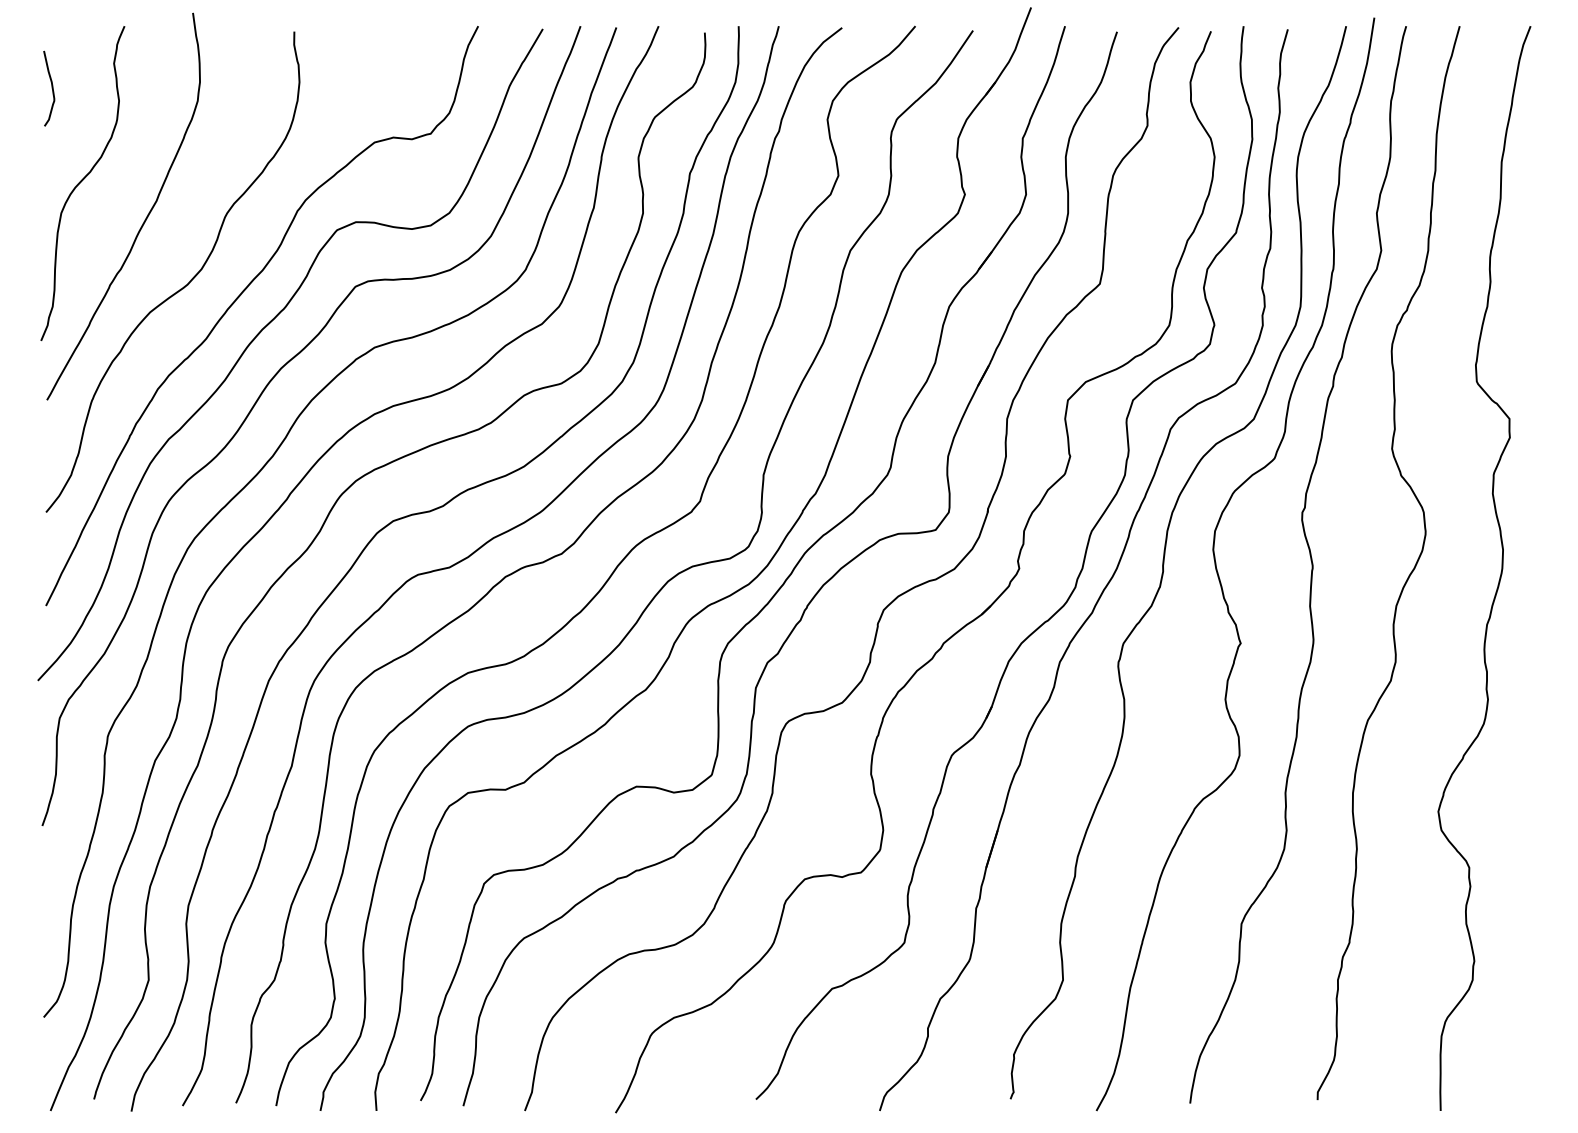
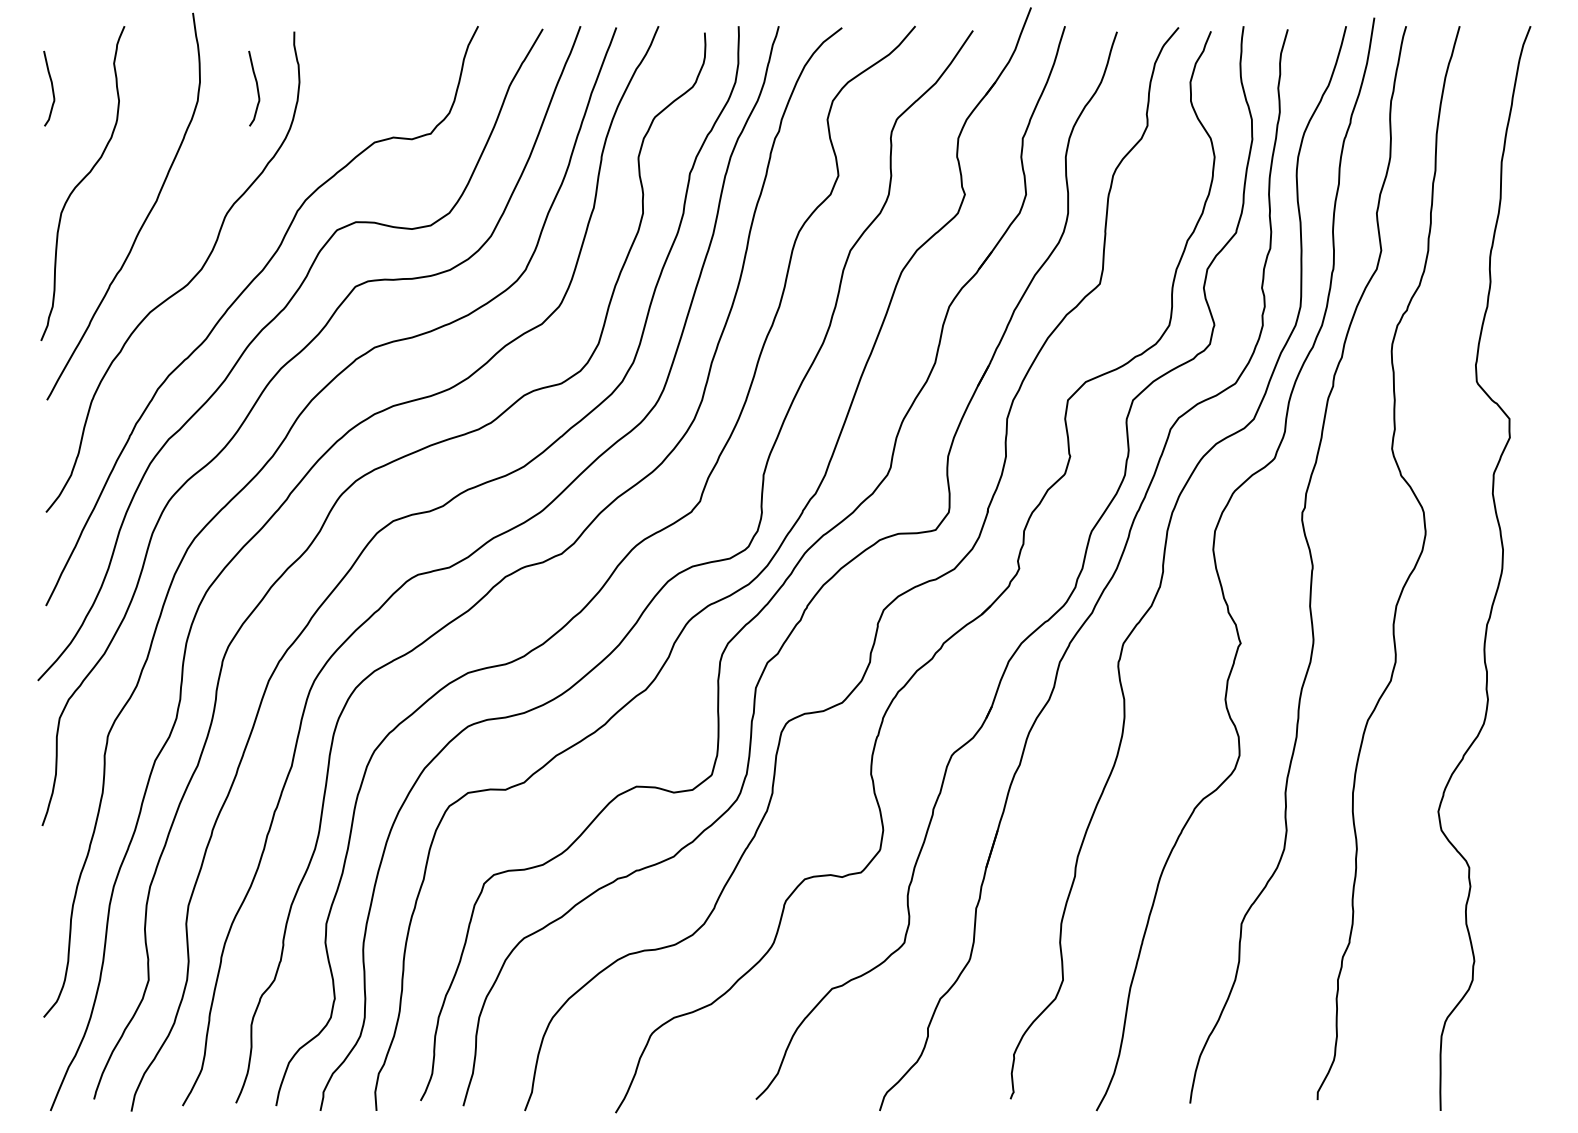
curve at (256, 88): none -> present
